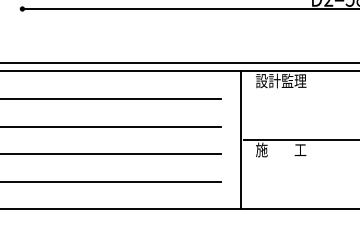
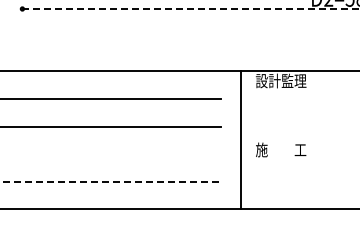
line at (191, 9): solid -> dashed
line at (179, 63): present -> none
line at (299, 140): present -> none
line at (111, 154): present -> none
line at (111, 181): solid -> dashed
